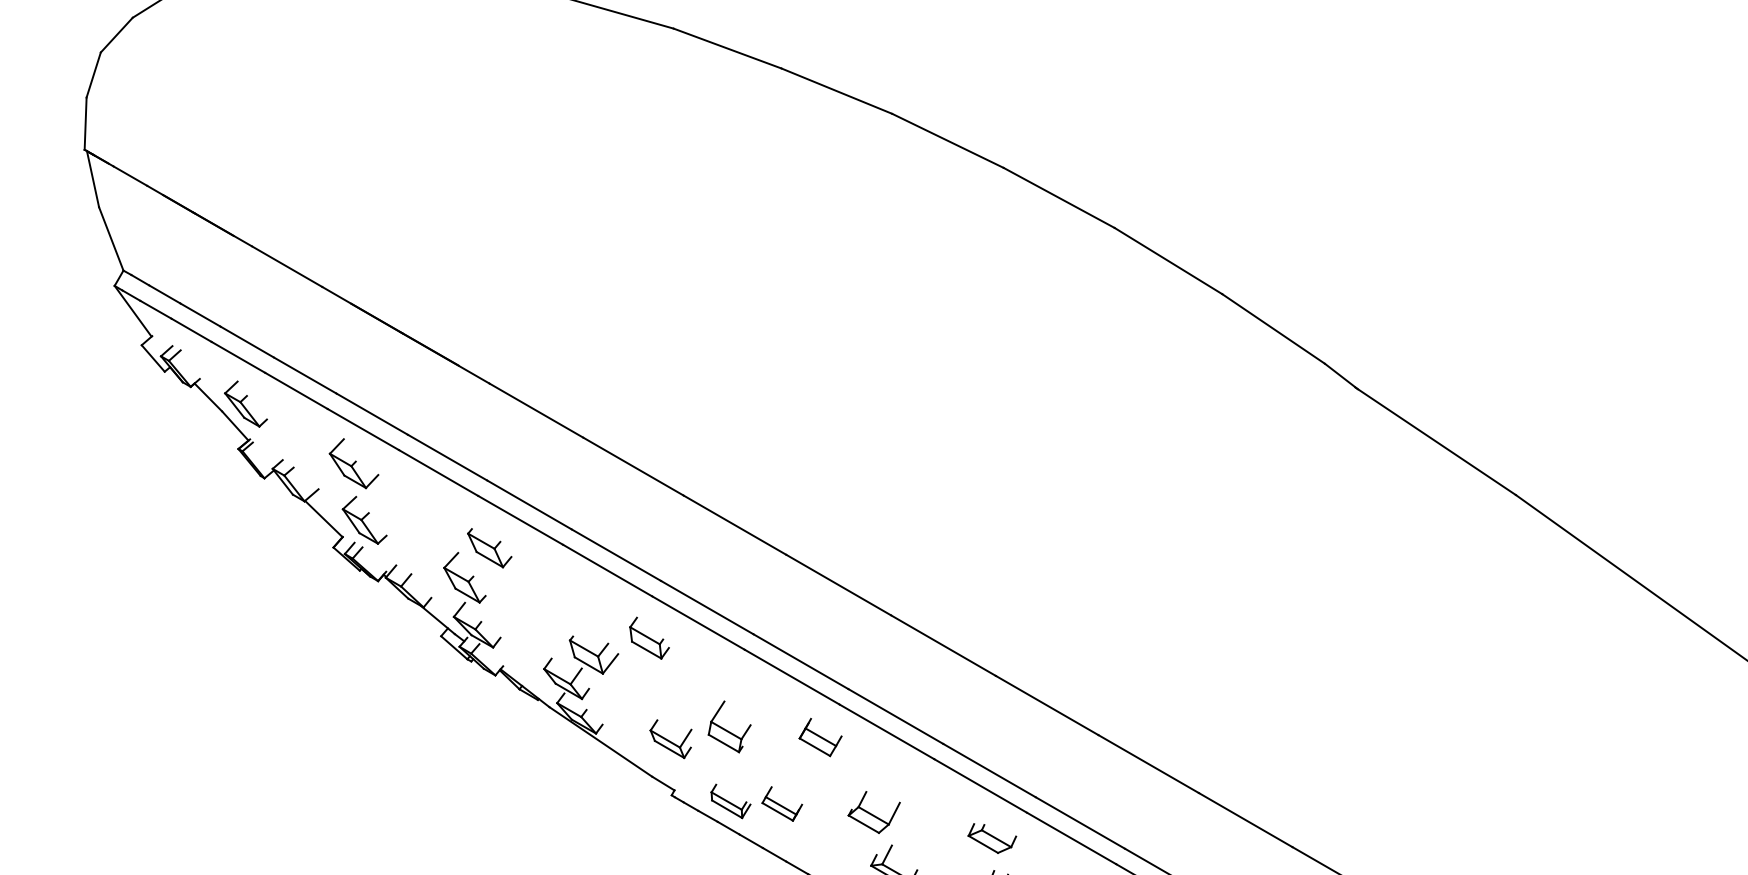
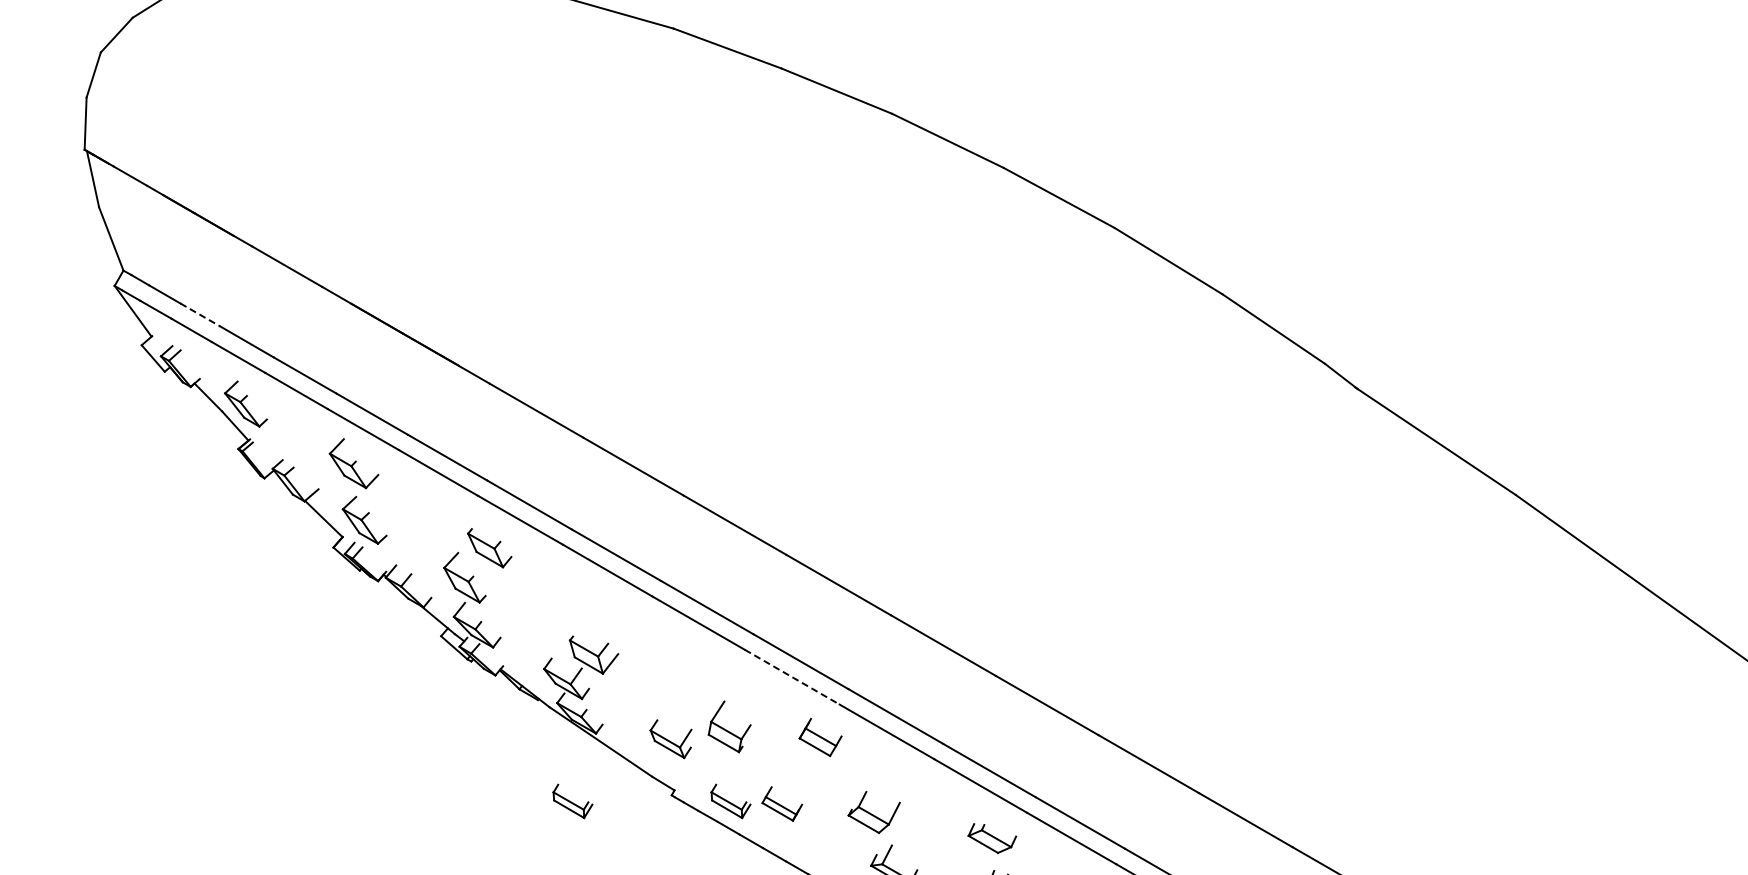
line at (200, 315): solid -> dashed
part at (649, 637): present -> none
line at (792, 677): solid -> dashed
part at (572, 801): none -> present
